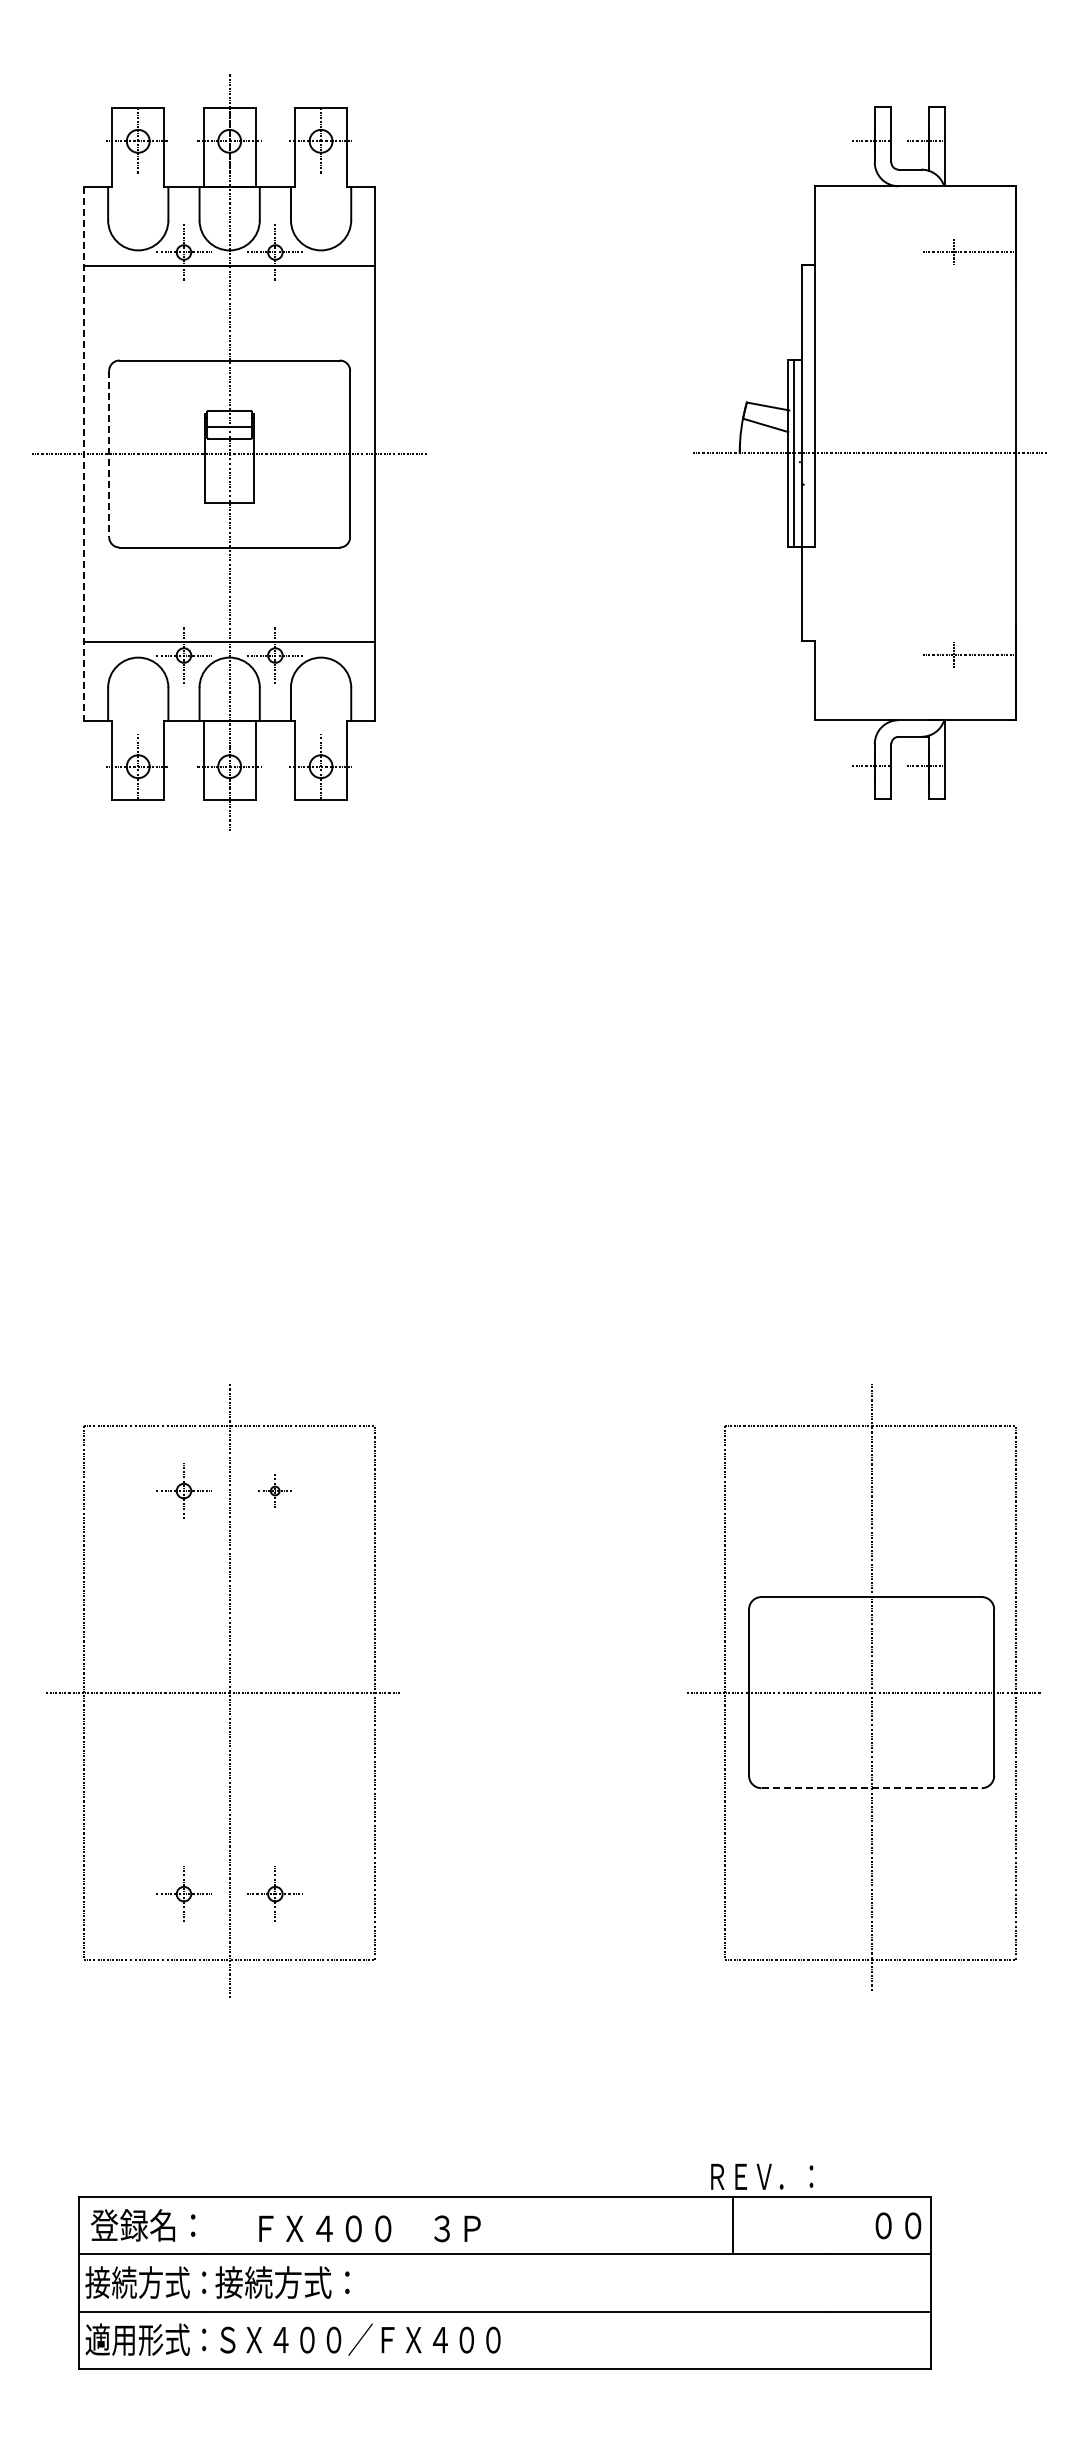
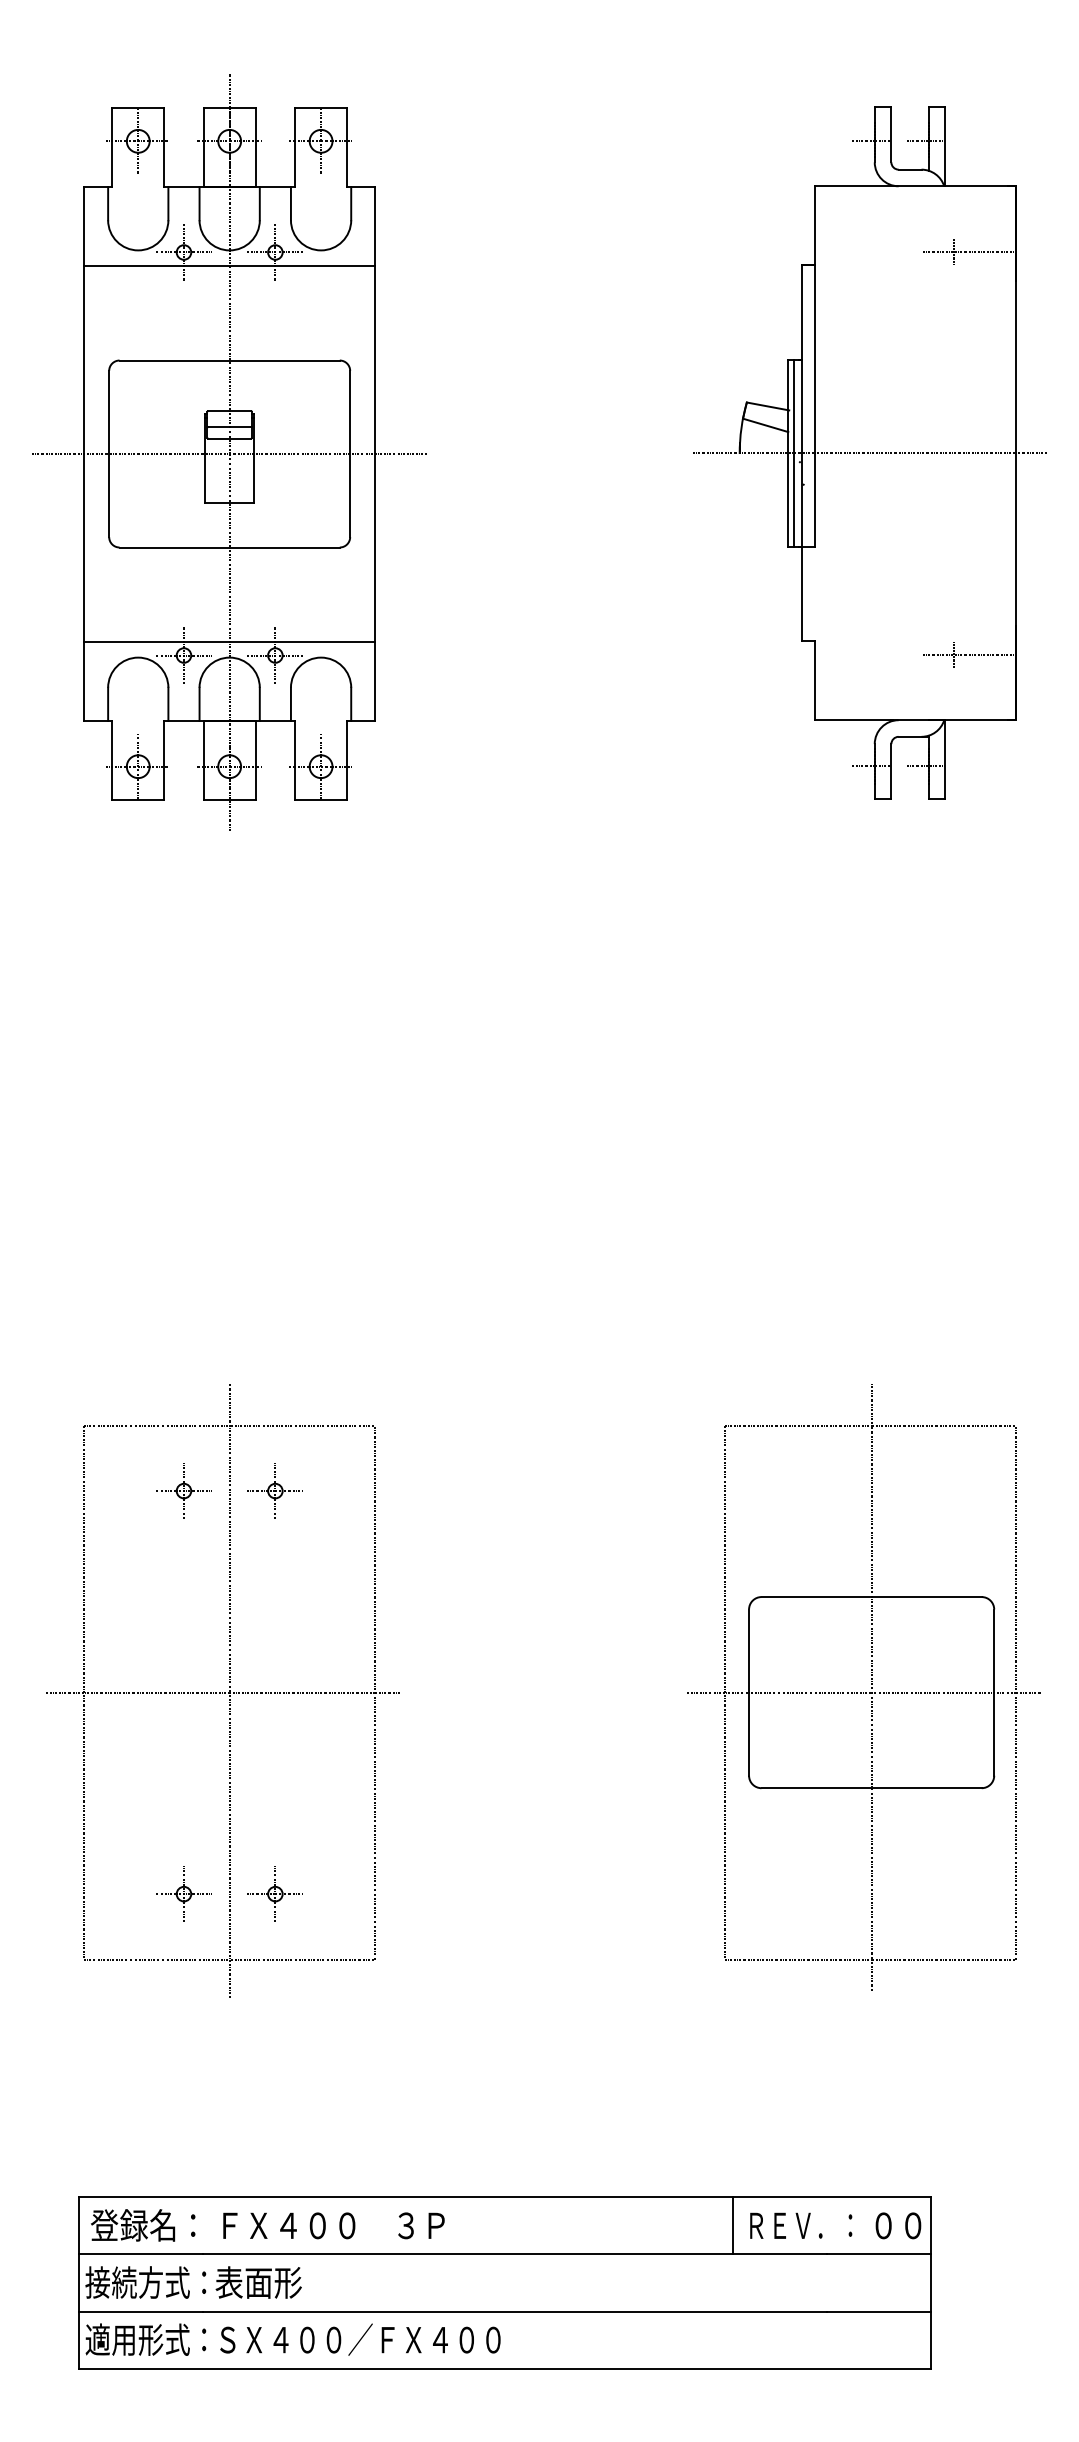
line at (84, 454): dashed -> solid
line at (109, 454): dashed -> solid
part at (274, 1490) size: 34x34 px -> 56x56 px
line at (872, 1788): dashed -> solid
text at (762, 2176) position: (762, 2176) -> (801, 2225)
text at (369, 2228) position: (369, 2228) -> (333, 2225)
text at (282, 2282): 接続方式： -> 表面形
